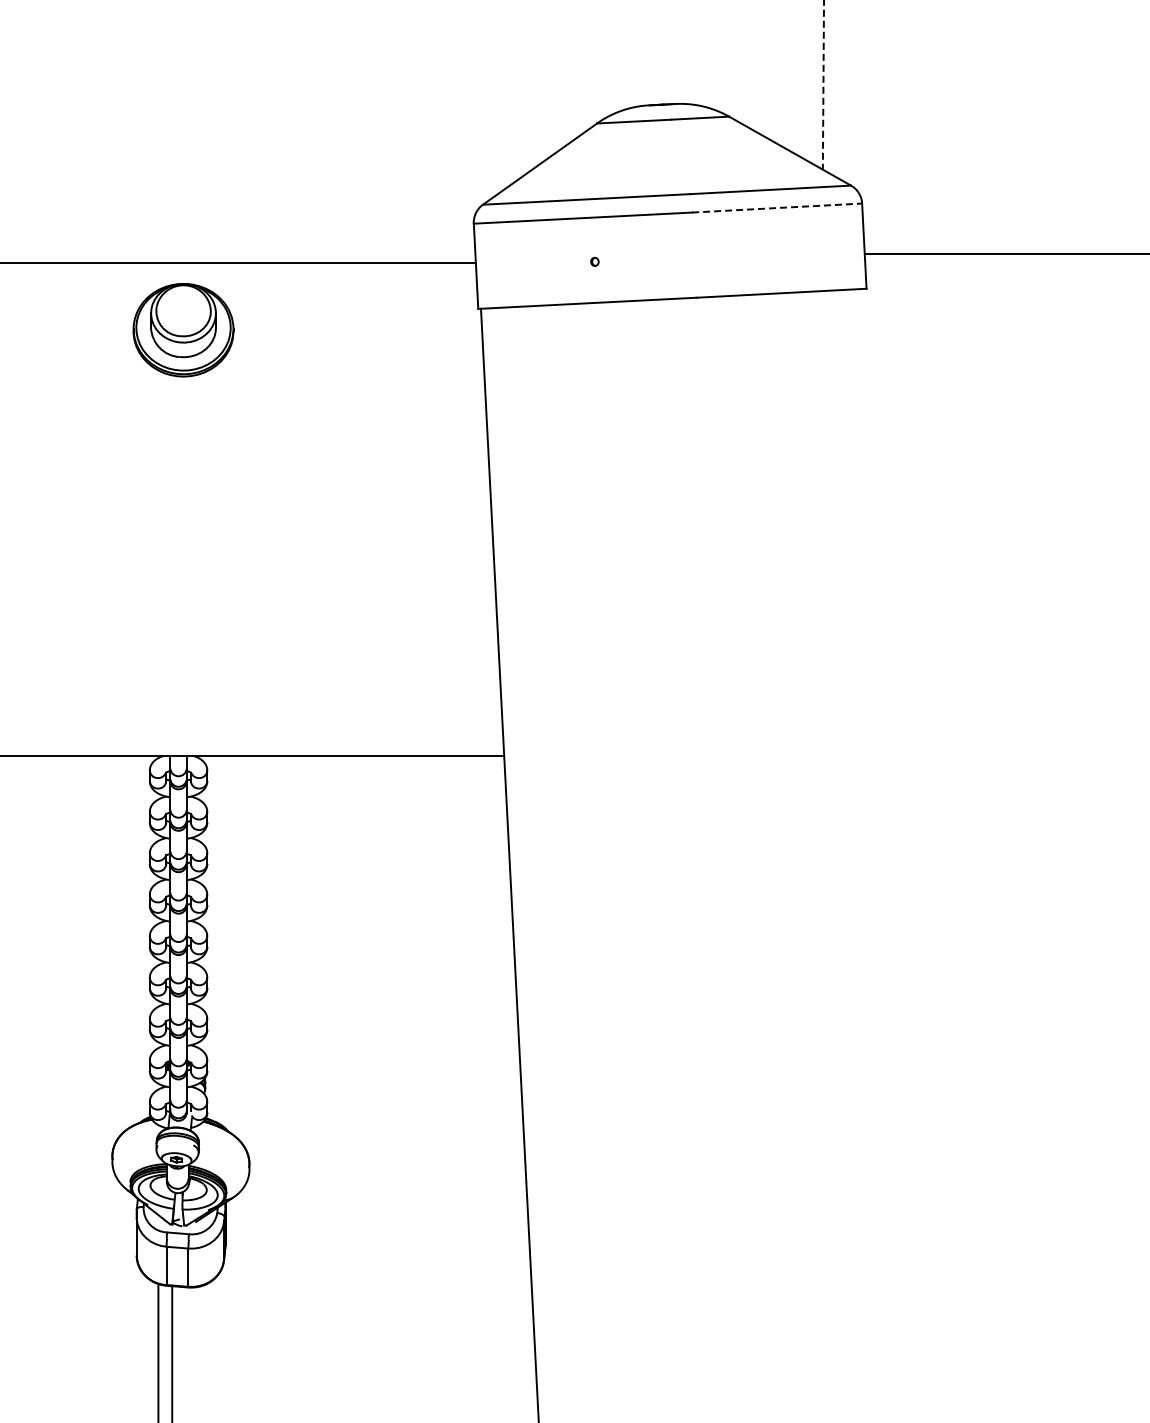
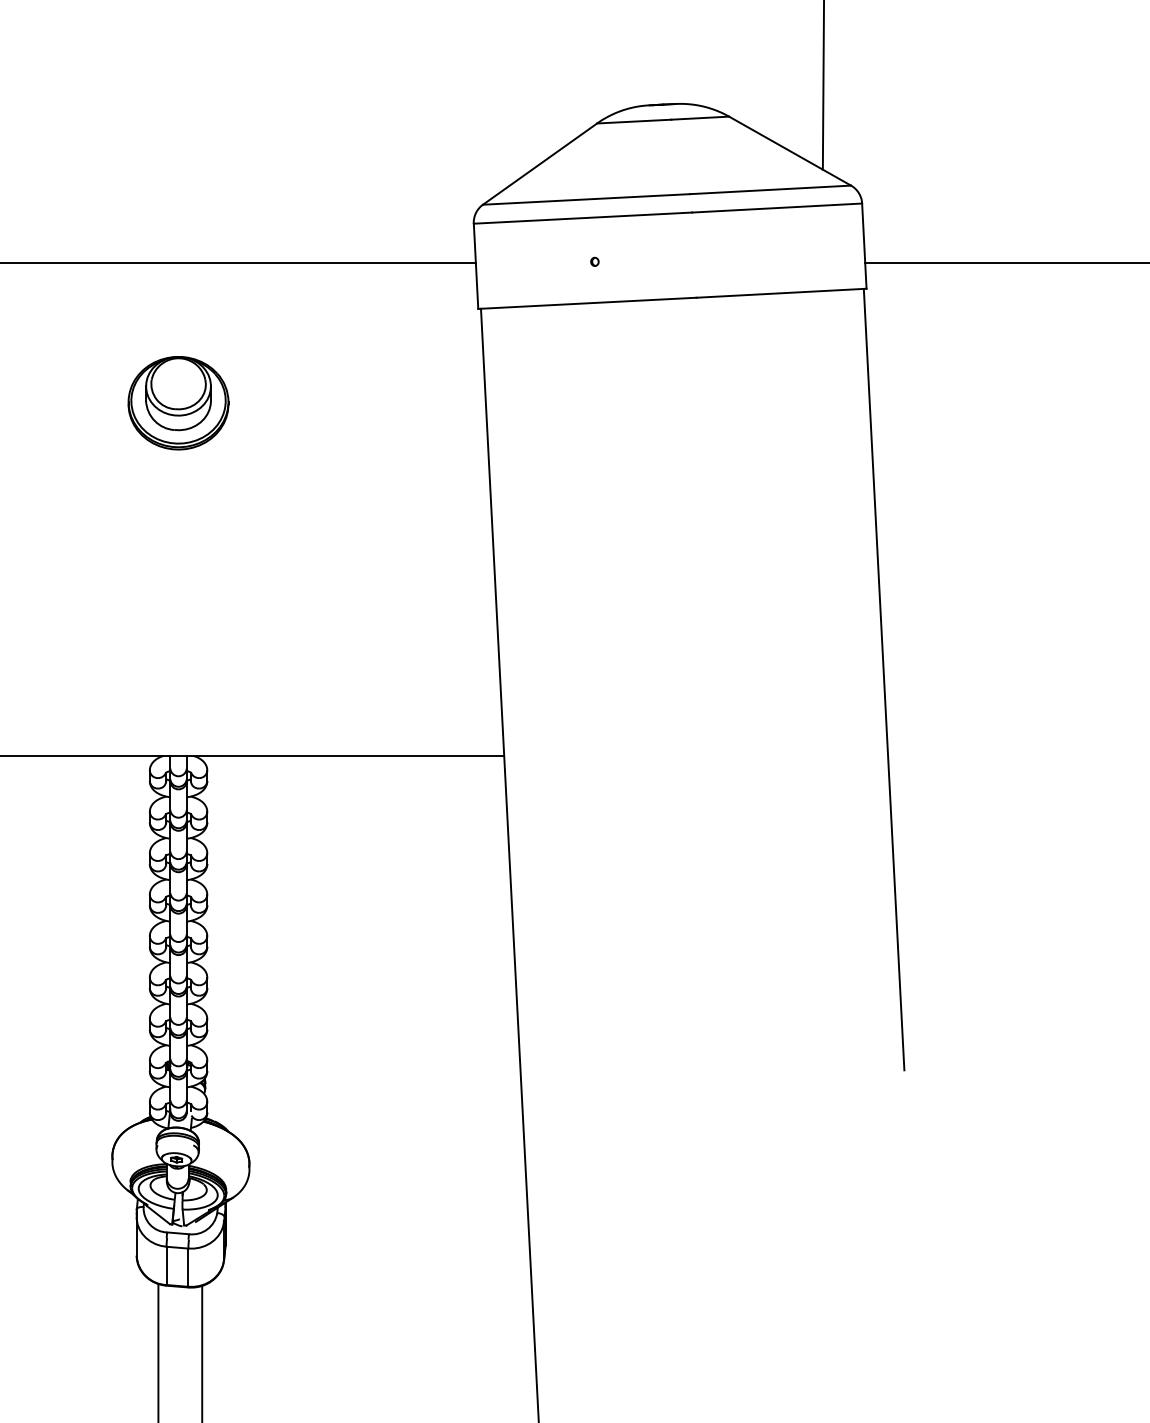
line at (823, 85): dashed -> solid
line at (777, 208): dashed -> solid
line at (1005, 254) position: (1005, 254) -> (1005, 263)
part at (183, 330) position: (183, 330) -> (178, 403)
line at (883, 679): none -> present
line at (172, 1352) position: (172, 1352) -> (202, 1352)
